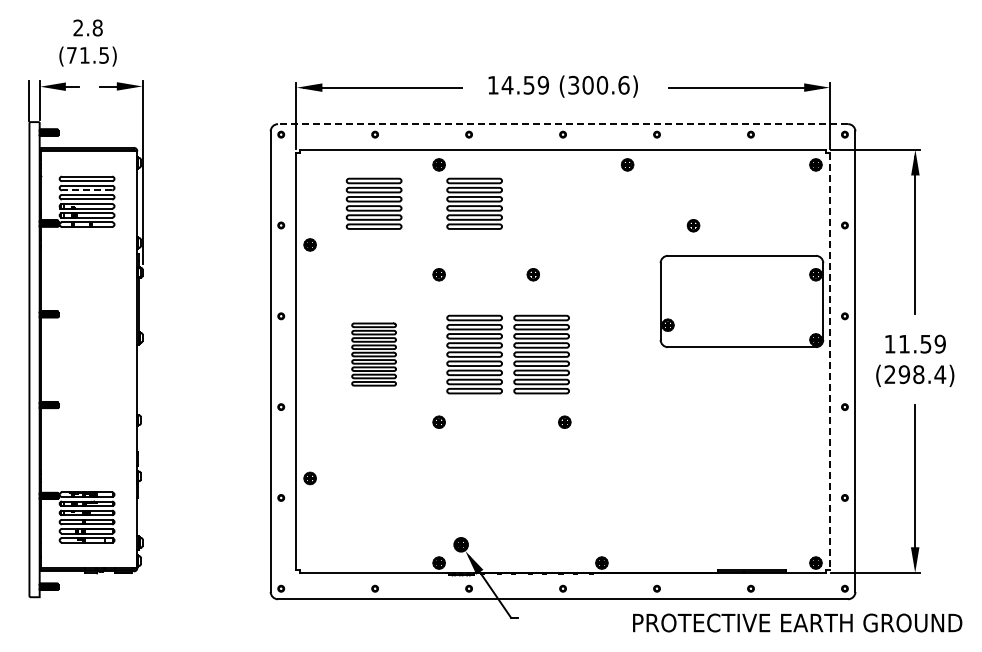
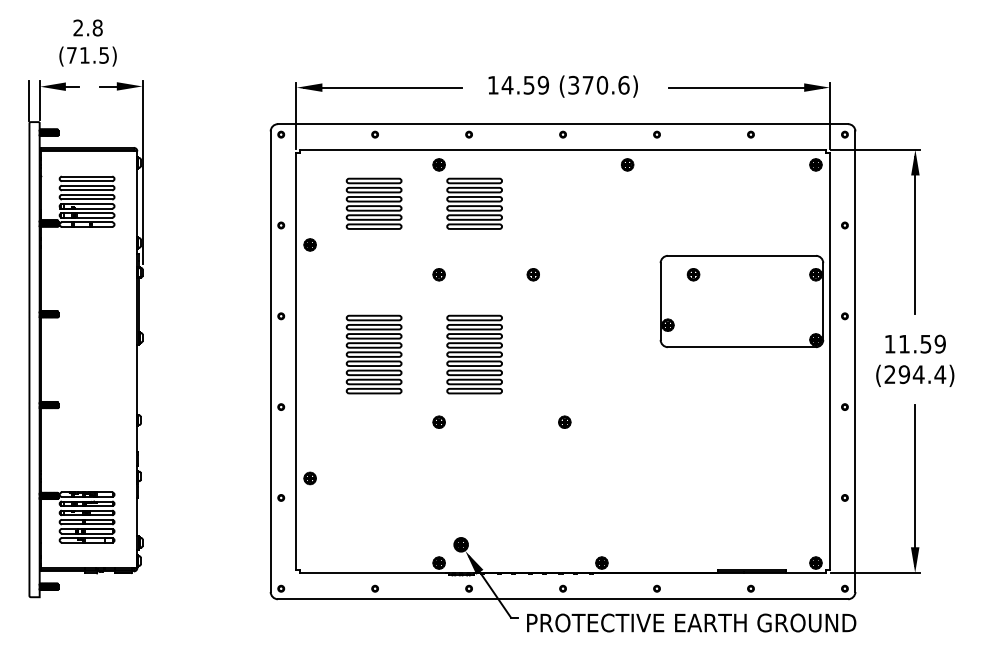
text at (587, 84): (300.6) -> (370.6)
line at (562, 124): dashed -> solid
line at (86, 190): dashed -> solid
part at (693, 225) position: (693, 225) -> (693, 274)
part at (373, 354) size: 46x65 px -> 58x81 px
part at (541, 354): present -> none
line at (829, 362): dashed -> solid
text at (918, 374): (298.4) -> (294.4)
text at (797, 622) position: (797, 622) -> (691, 622)
